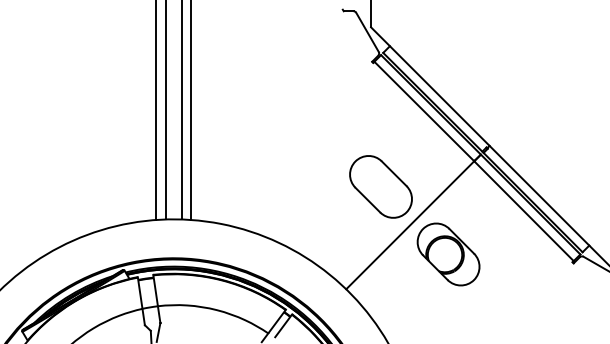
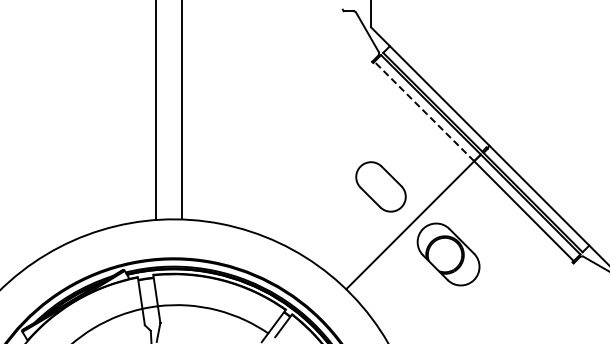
line at (165, 110): present -> none
line at (190, 110): present -> none
line at (423, 111): solid -> dashed
part at (380, 186) size: 64x64 px -> 52x52 px
